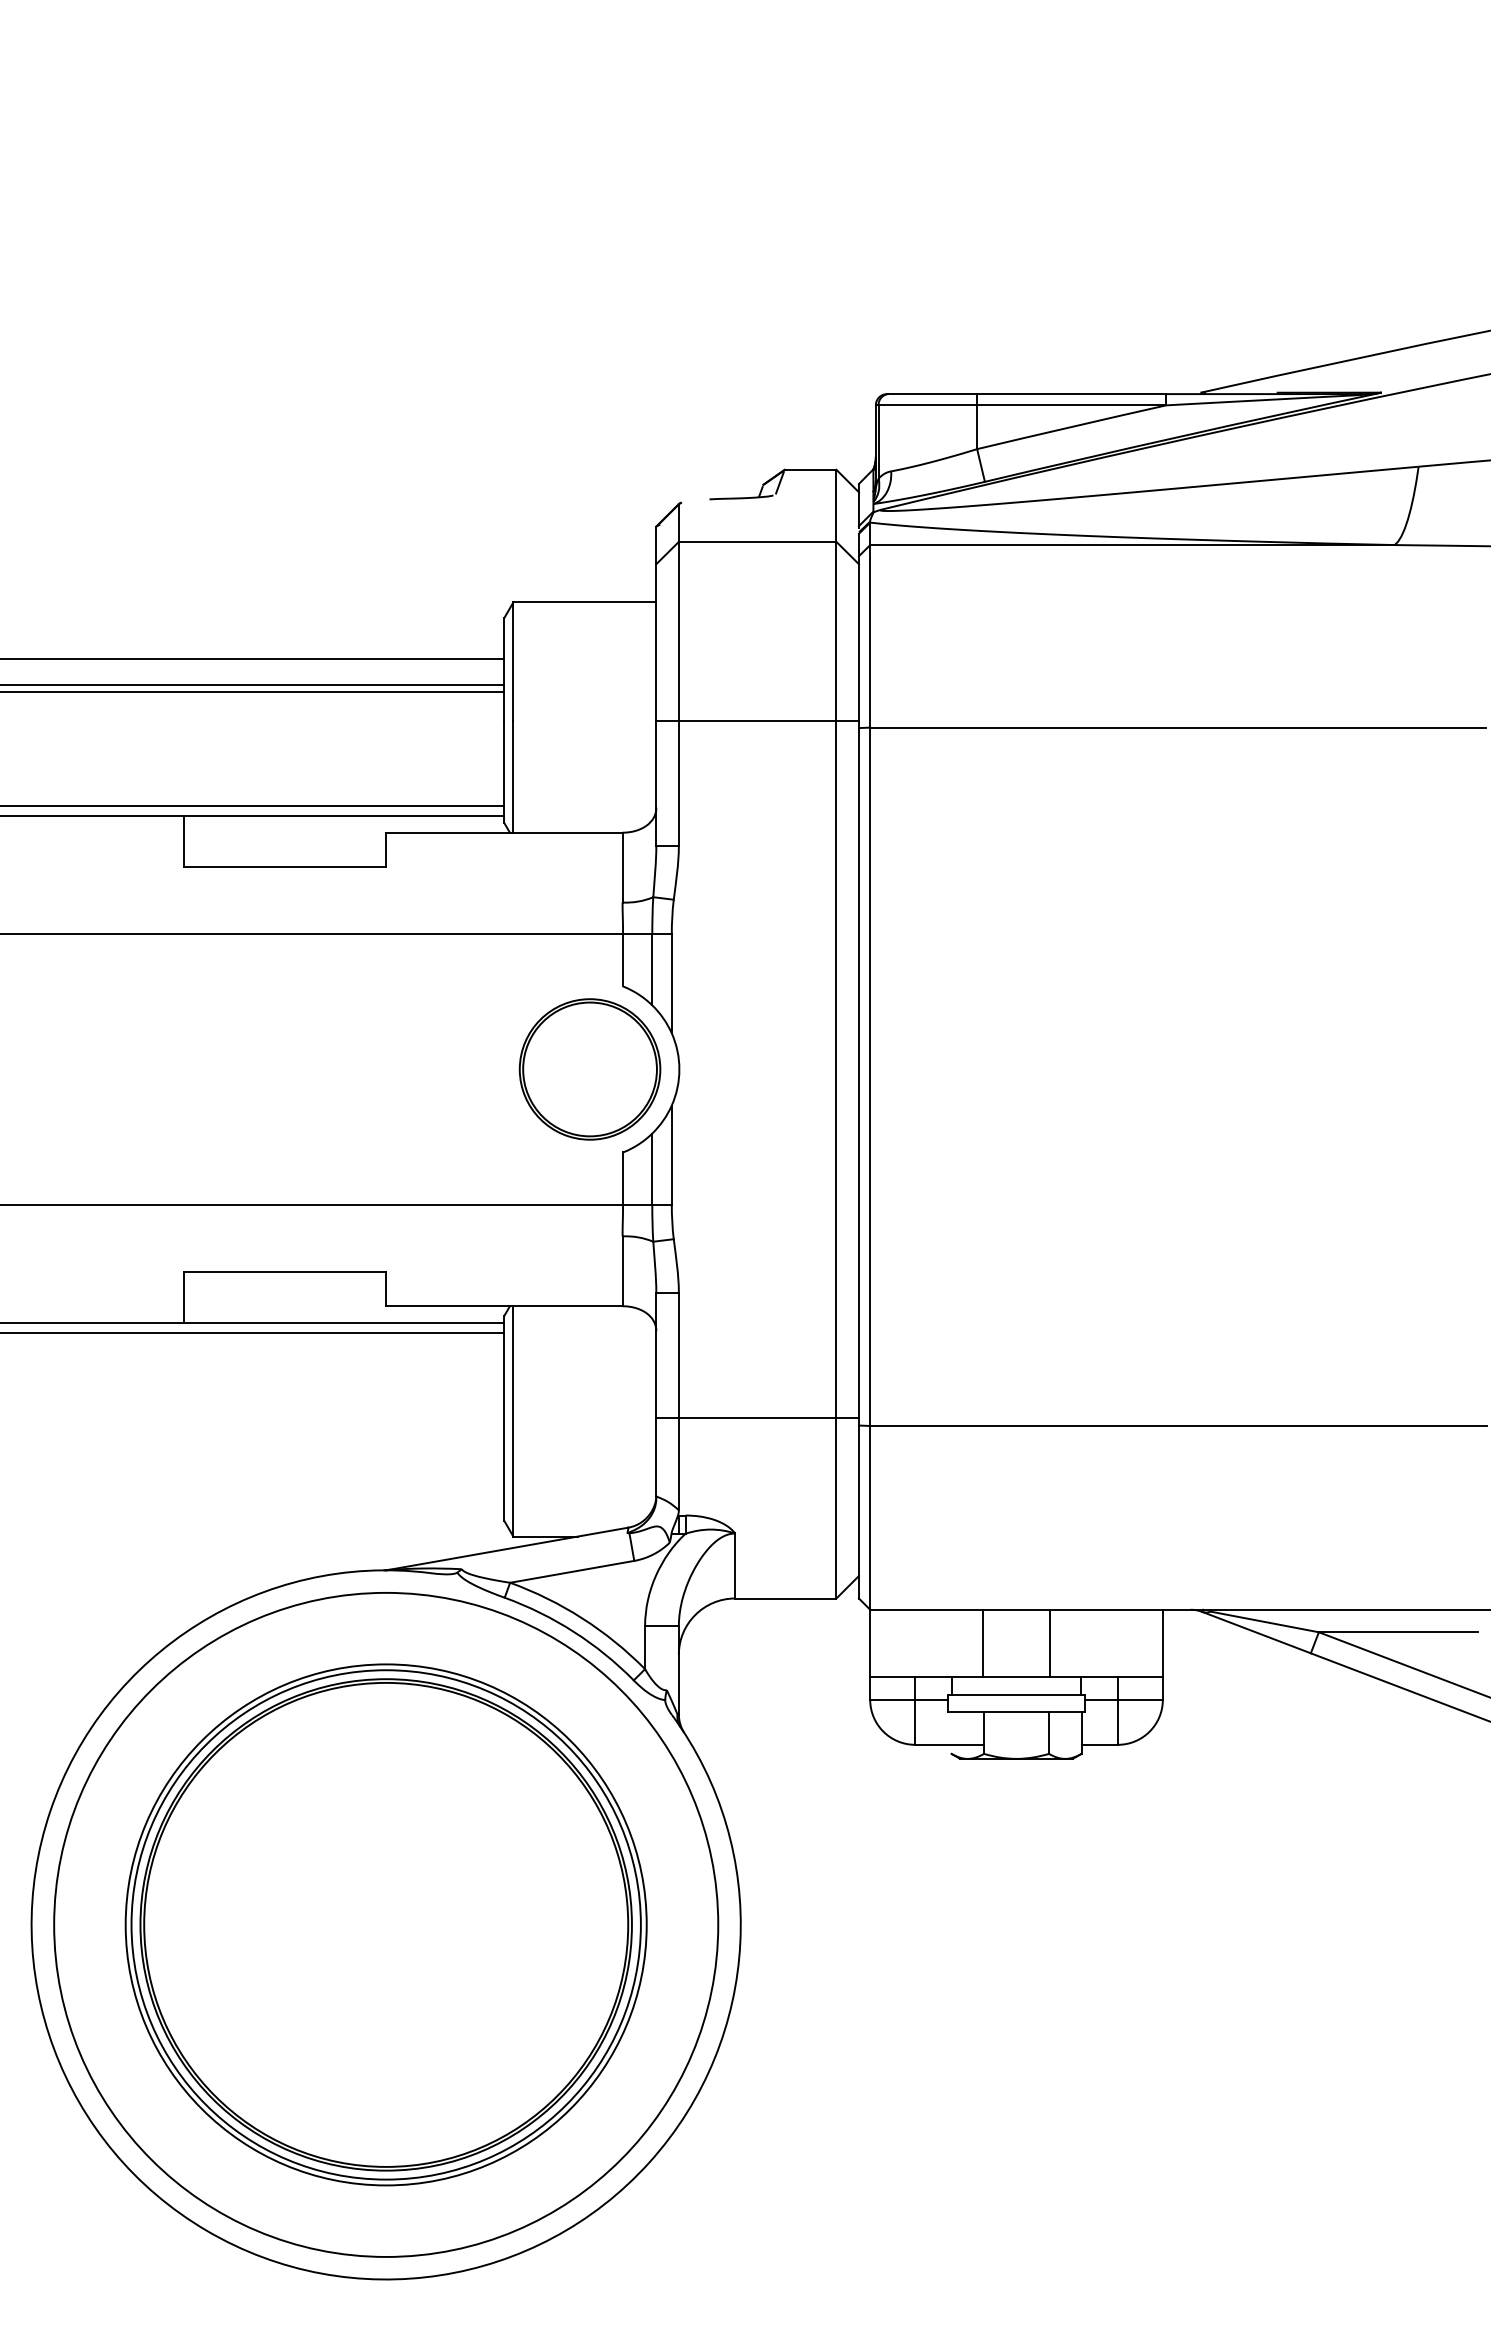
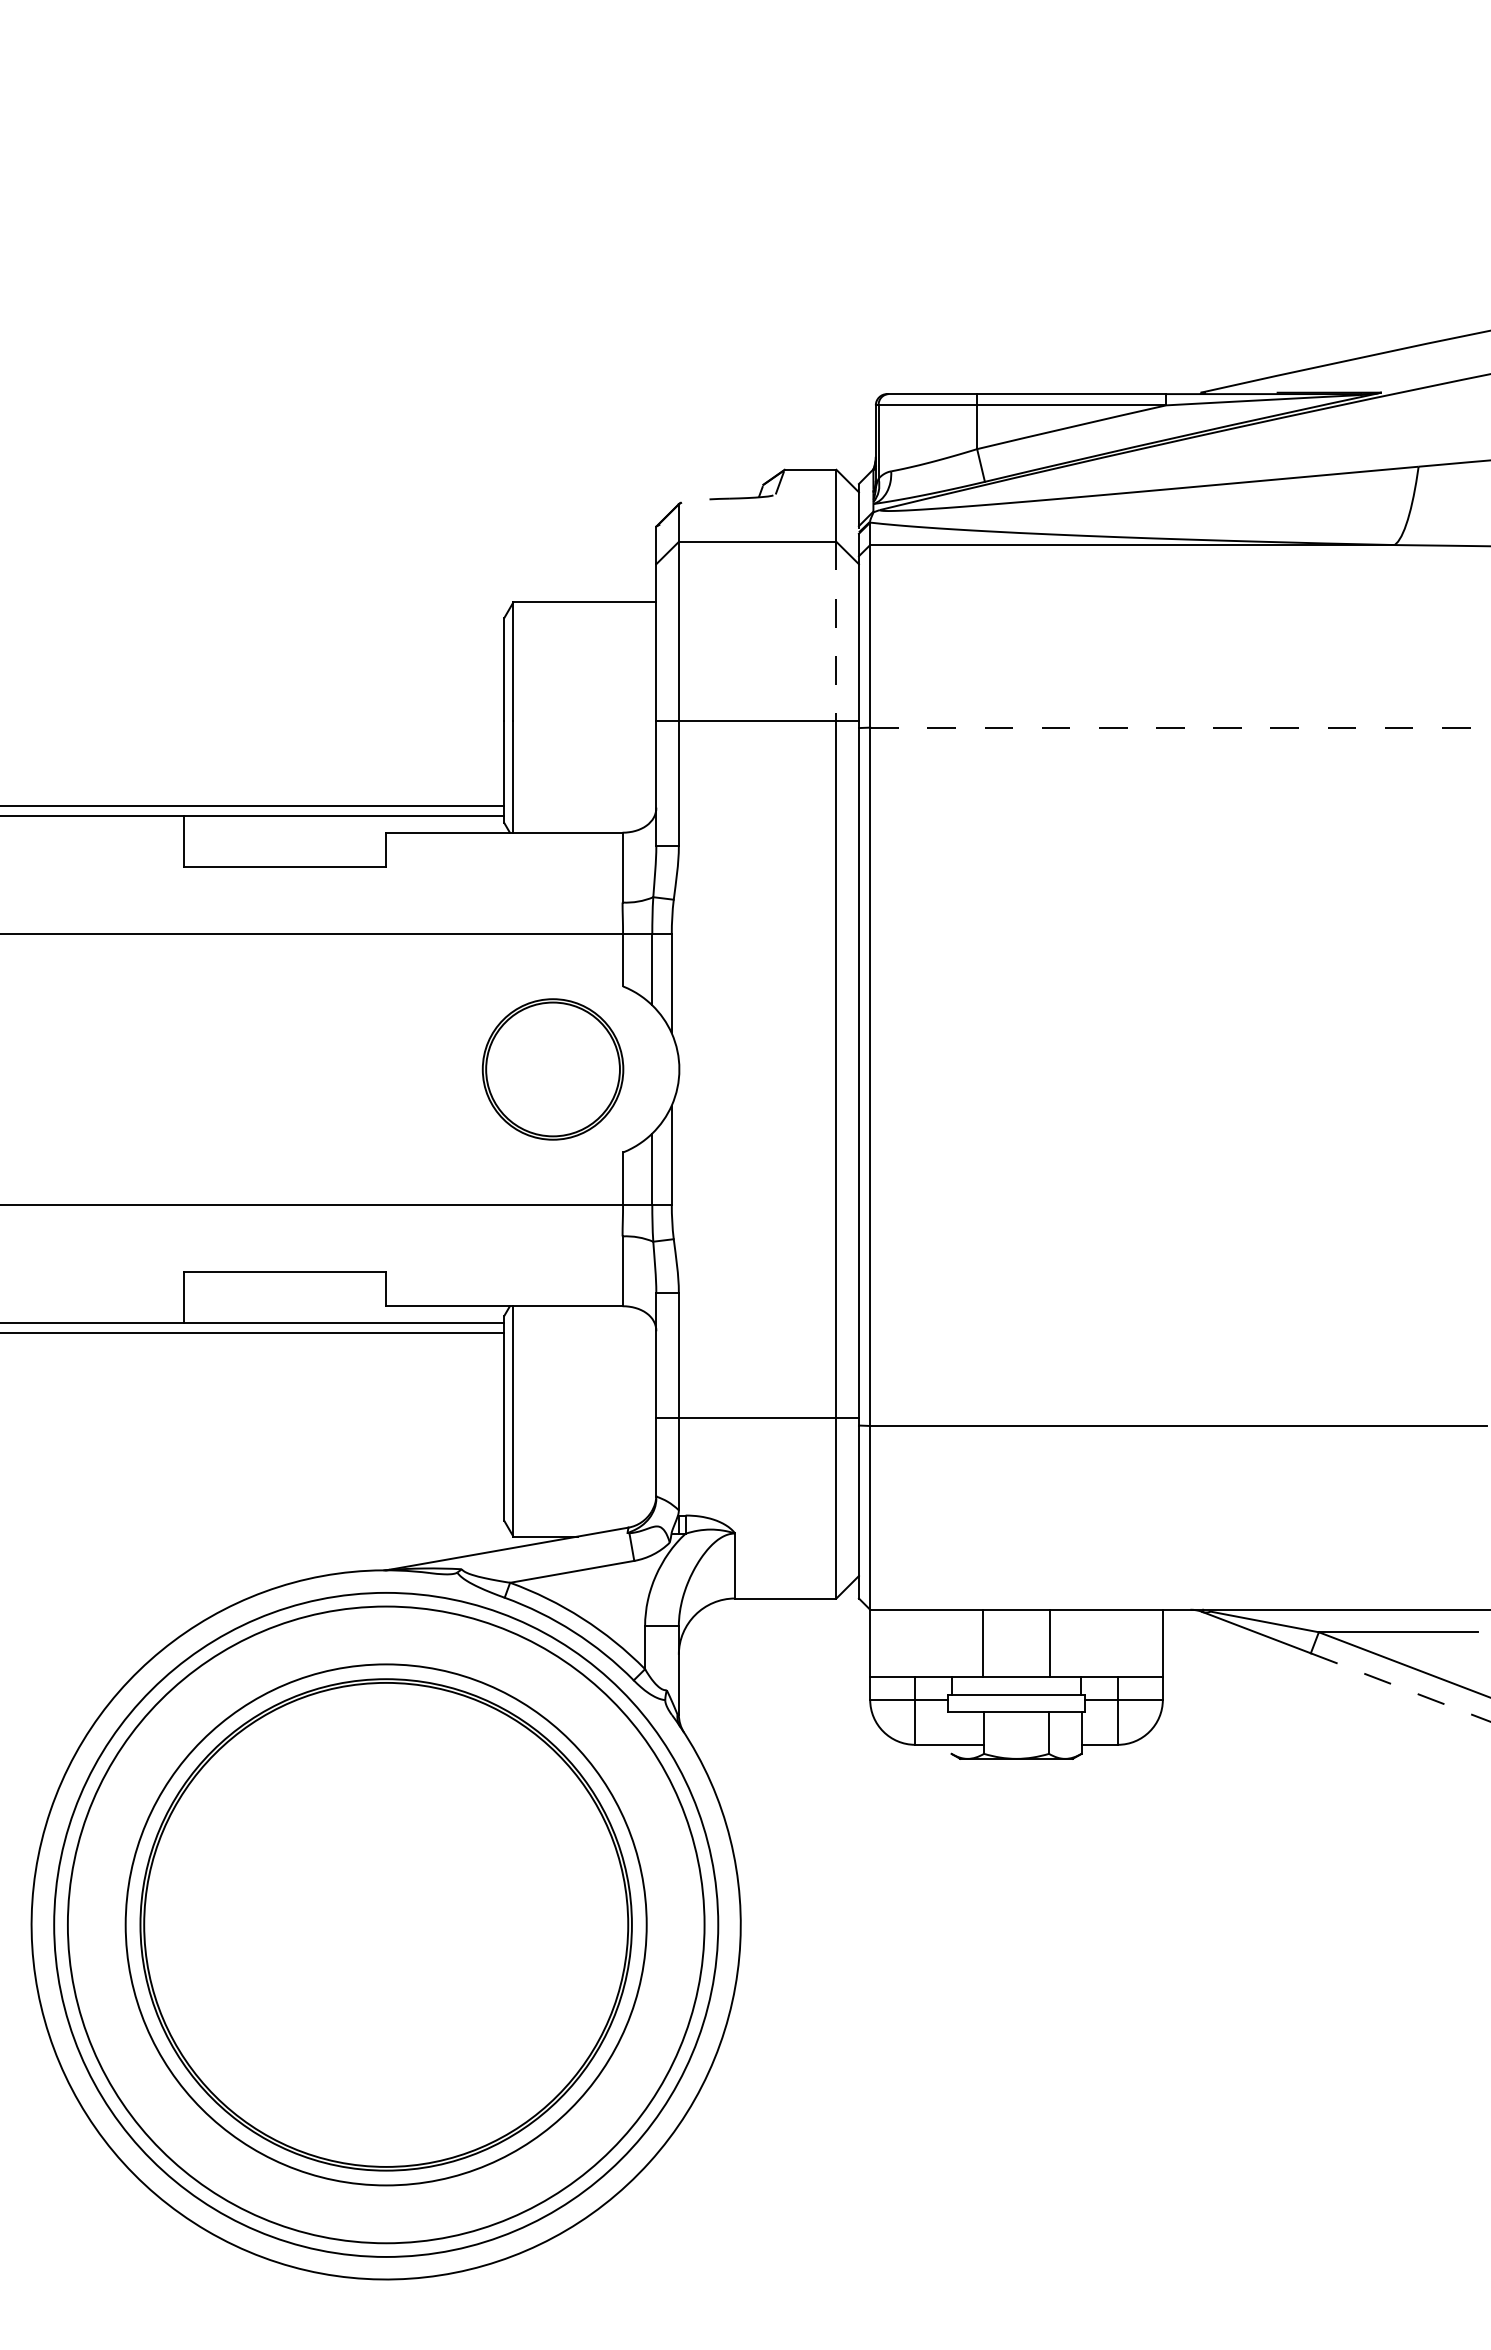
line at (836, 631): solid -> dashed
line at (253, 658): present -> none
line at (253, 684): present -> none
line at (253, 692): present -> none
line at (1178, 727): solid -> dashed
part at (589, 1069) position: (589, 1069) -> (552, 1069)
line at (1401, 1687): solid -> dashed
circle at (385, 1924) diameter: 509 px -> 637 px
